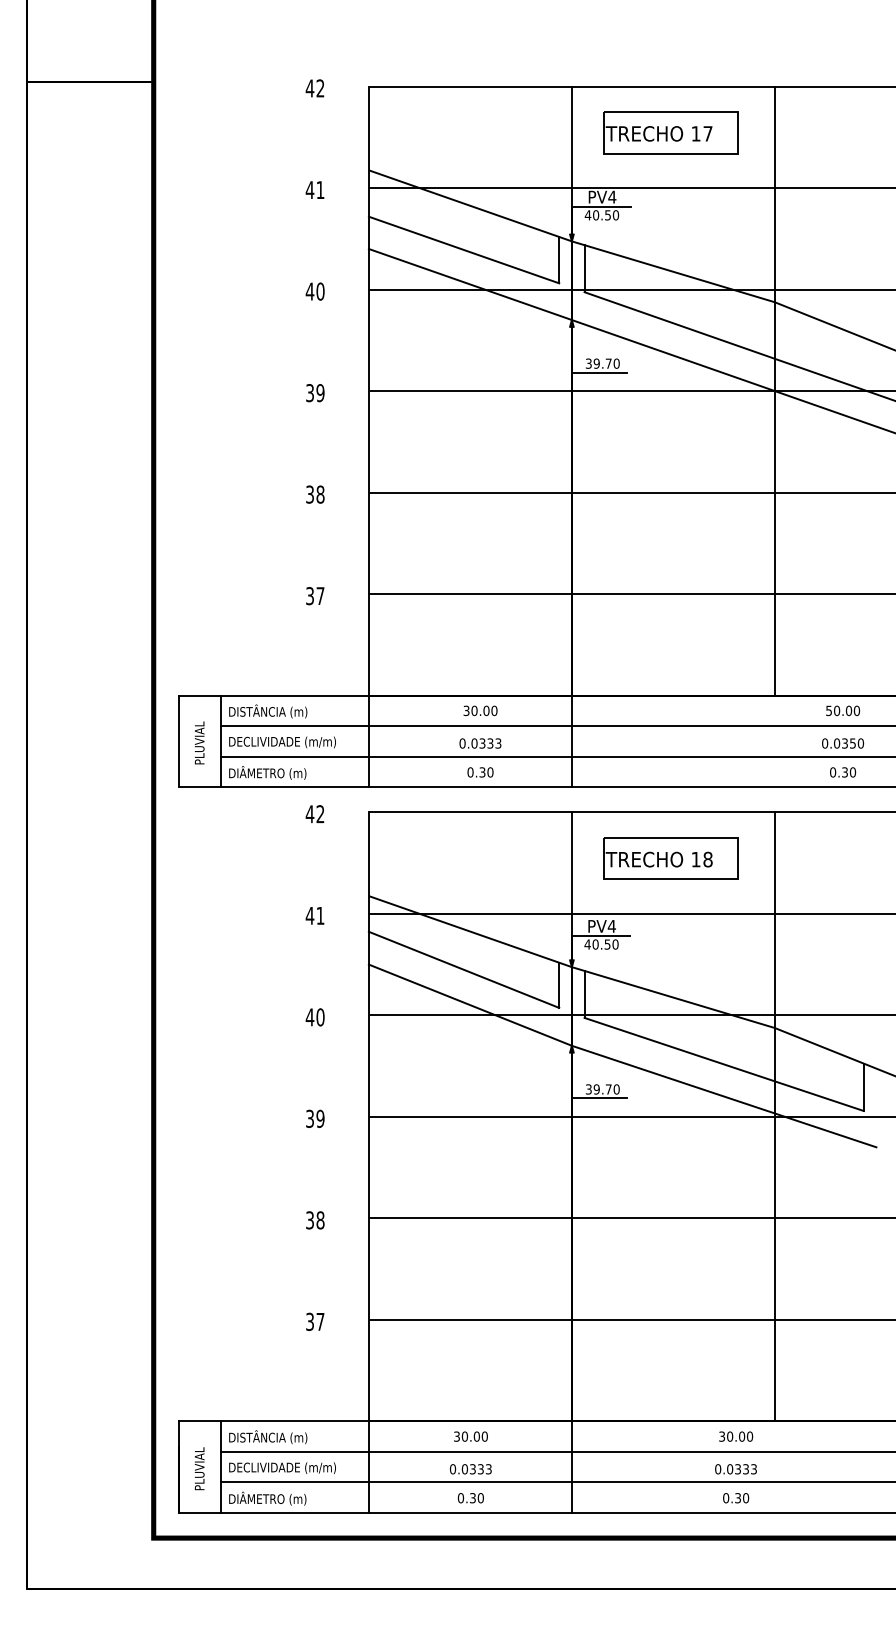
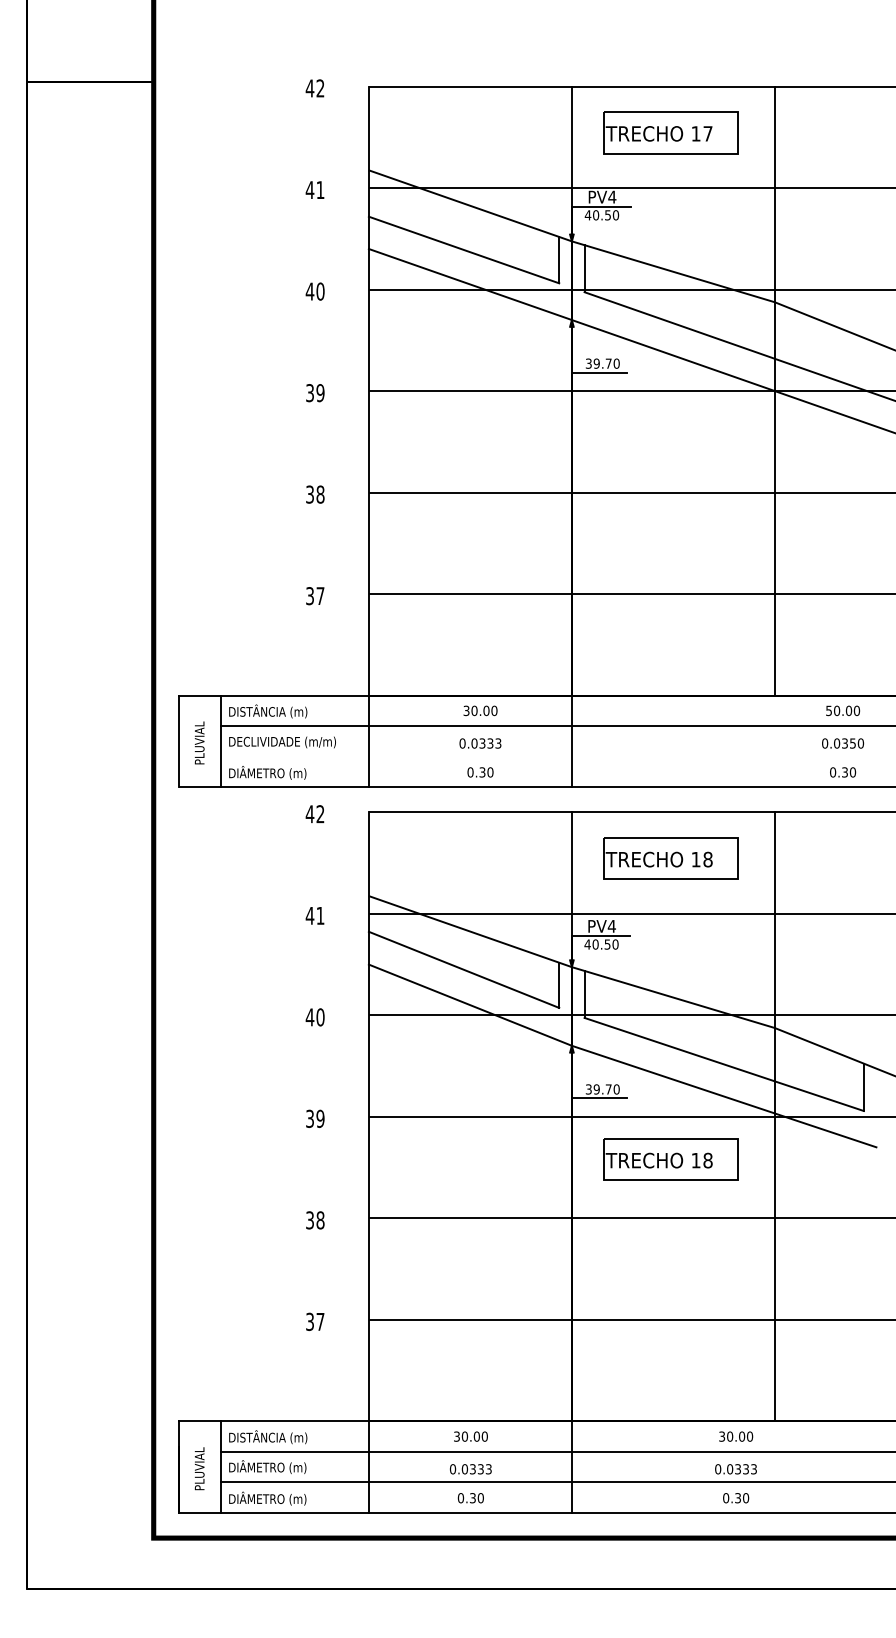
line at (556, 756): present -> none
part at (670, 1159): none -> present
text at (286, 1467): DECLIVIDADE (m/m) -> DIÂMETRO (m)
